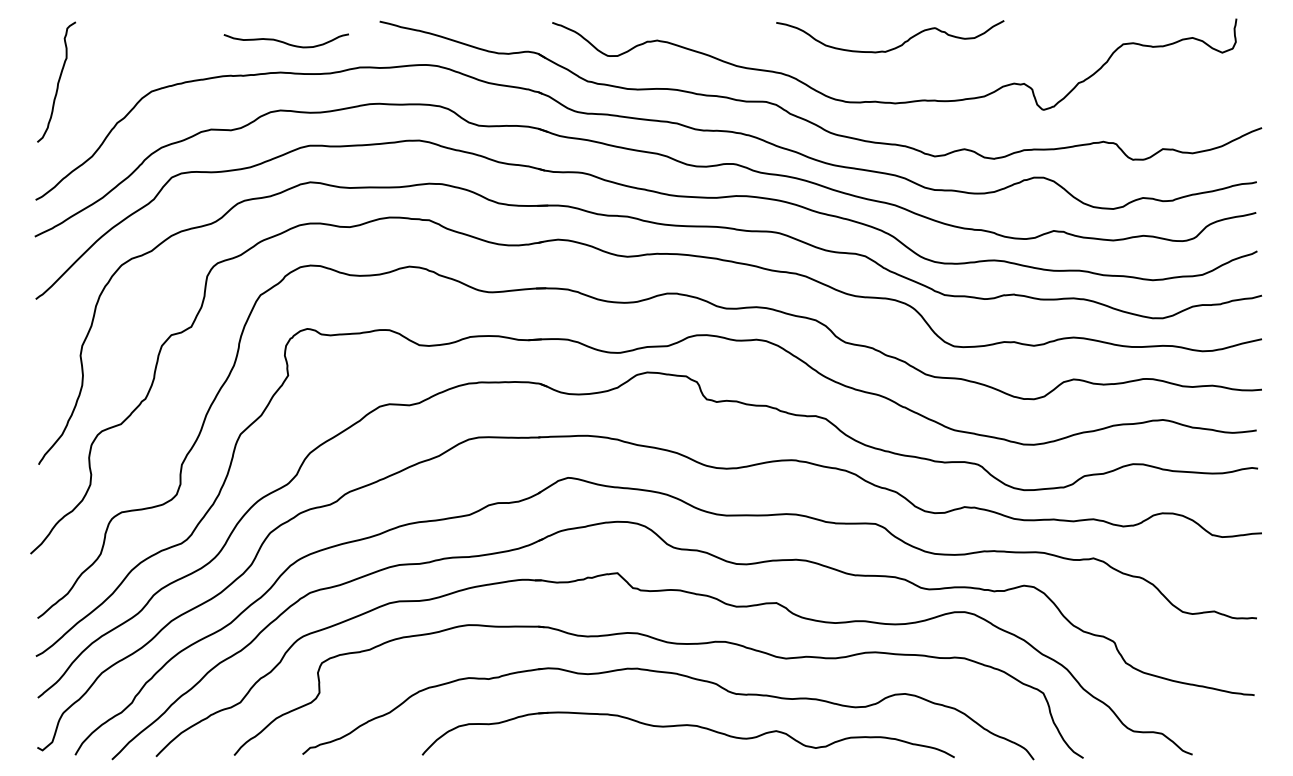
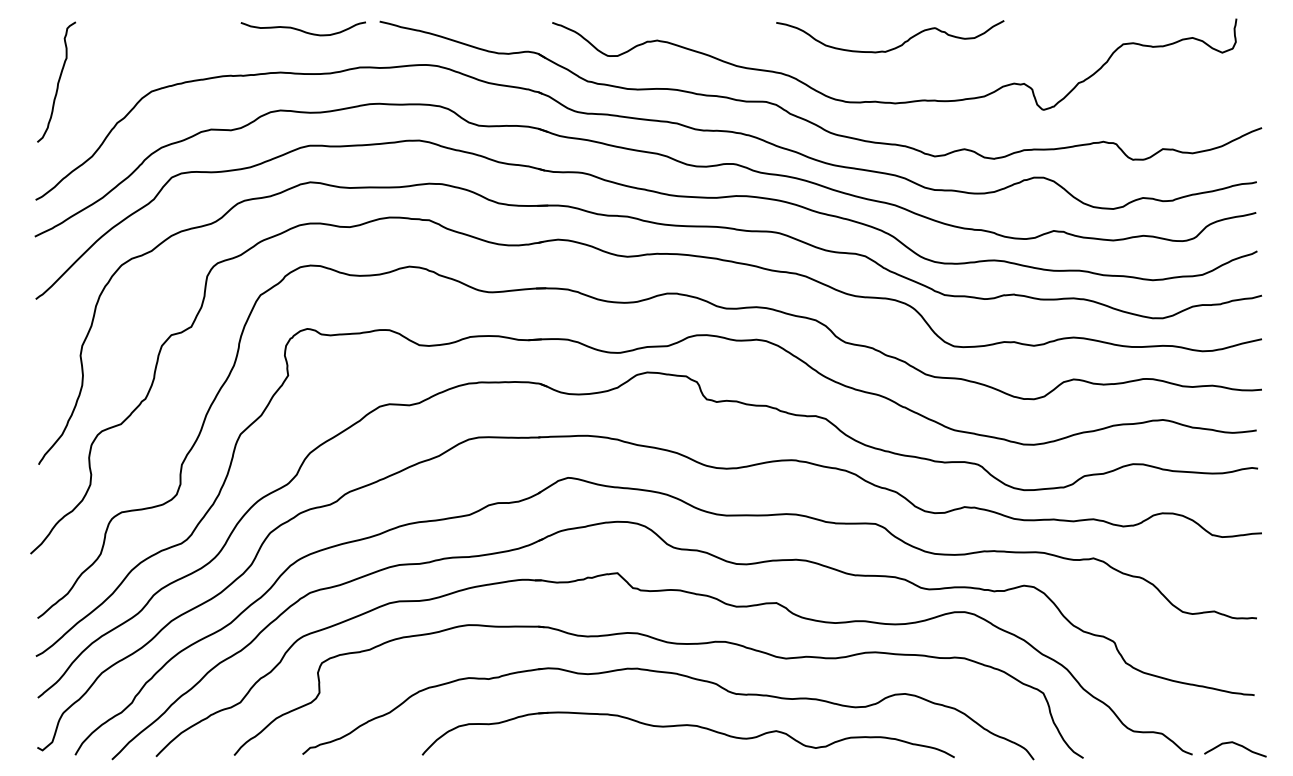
curve at (284, 41) position: (284, 41) -> (301, 29)
curve at (1237, 745): none -> present
